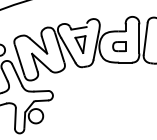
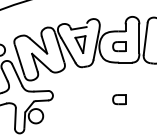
part at (119, 99): none -> present
